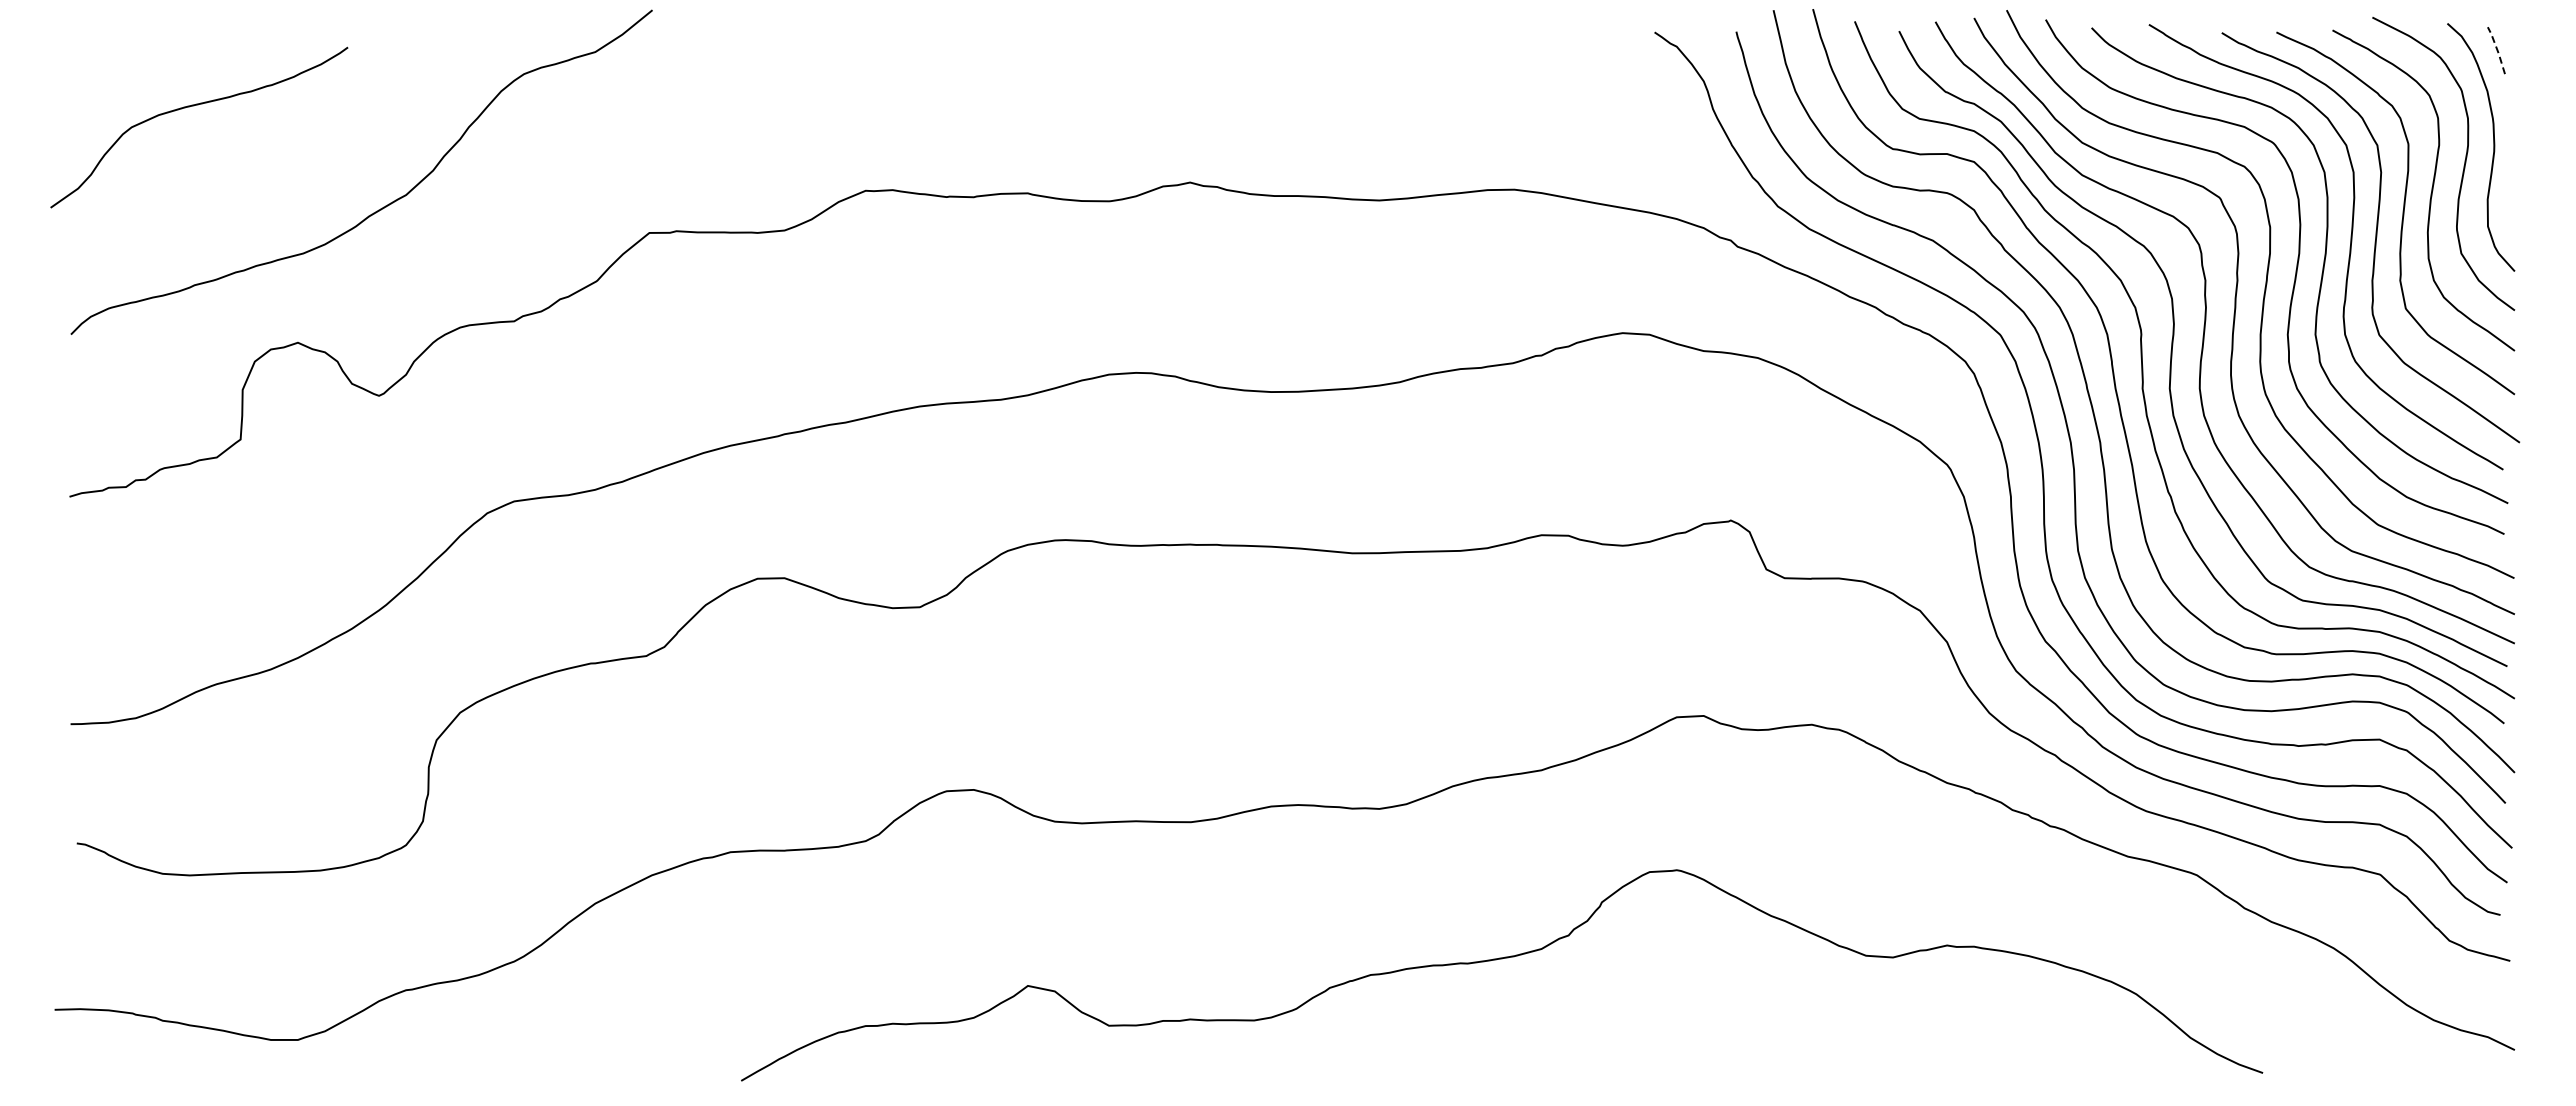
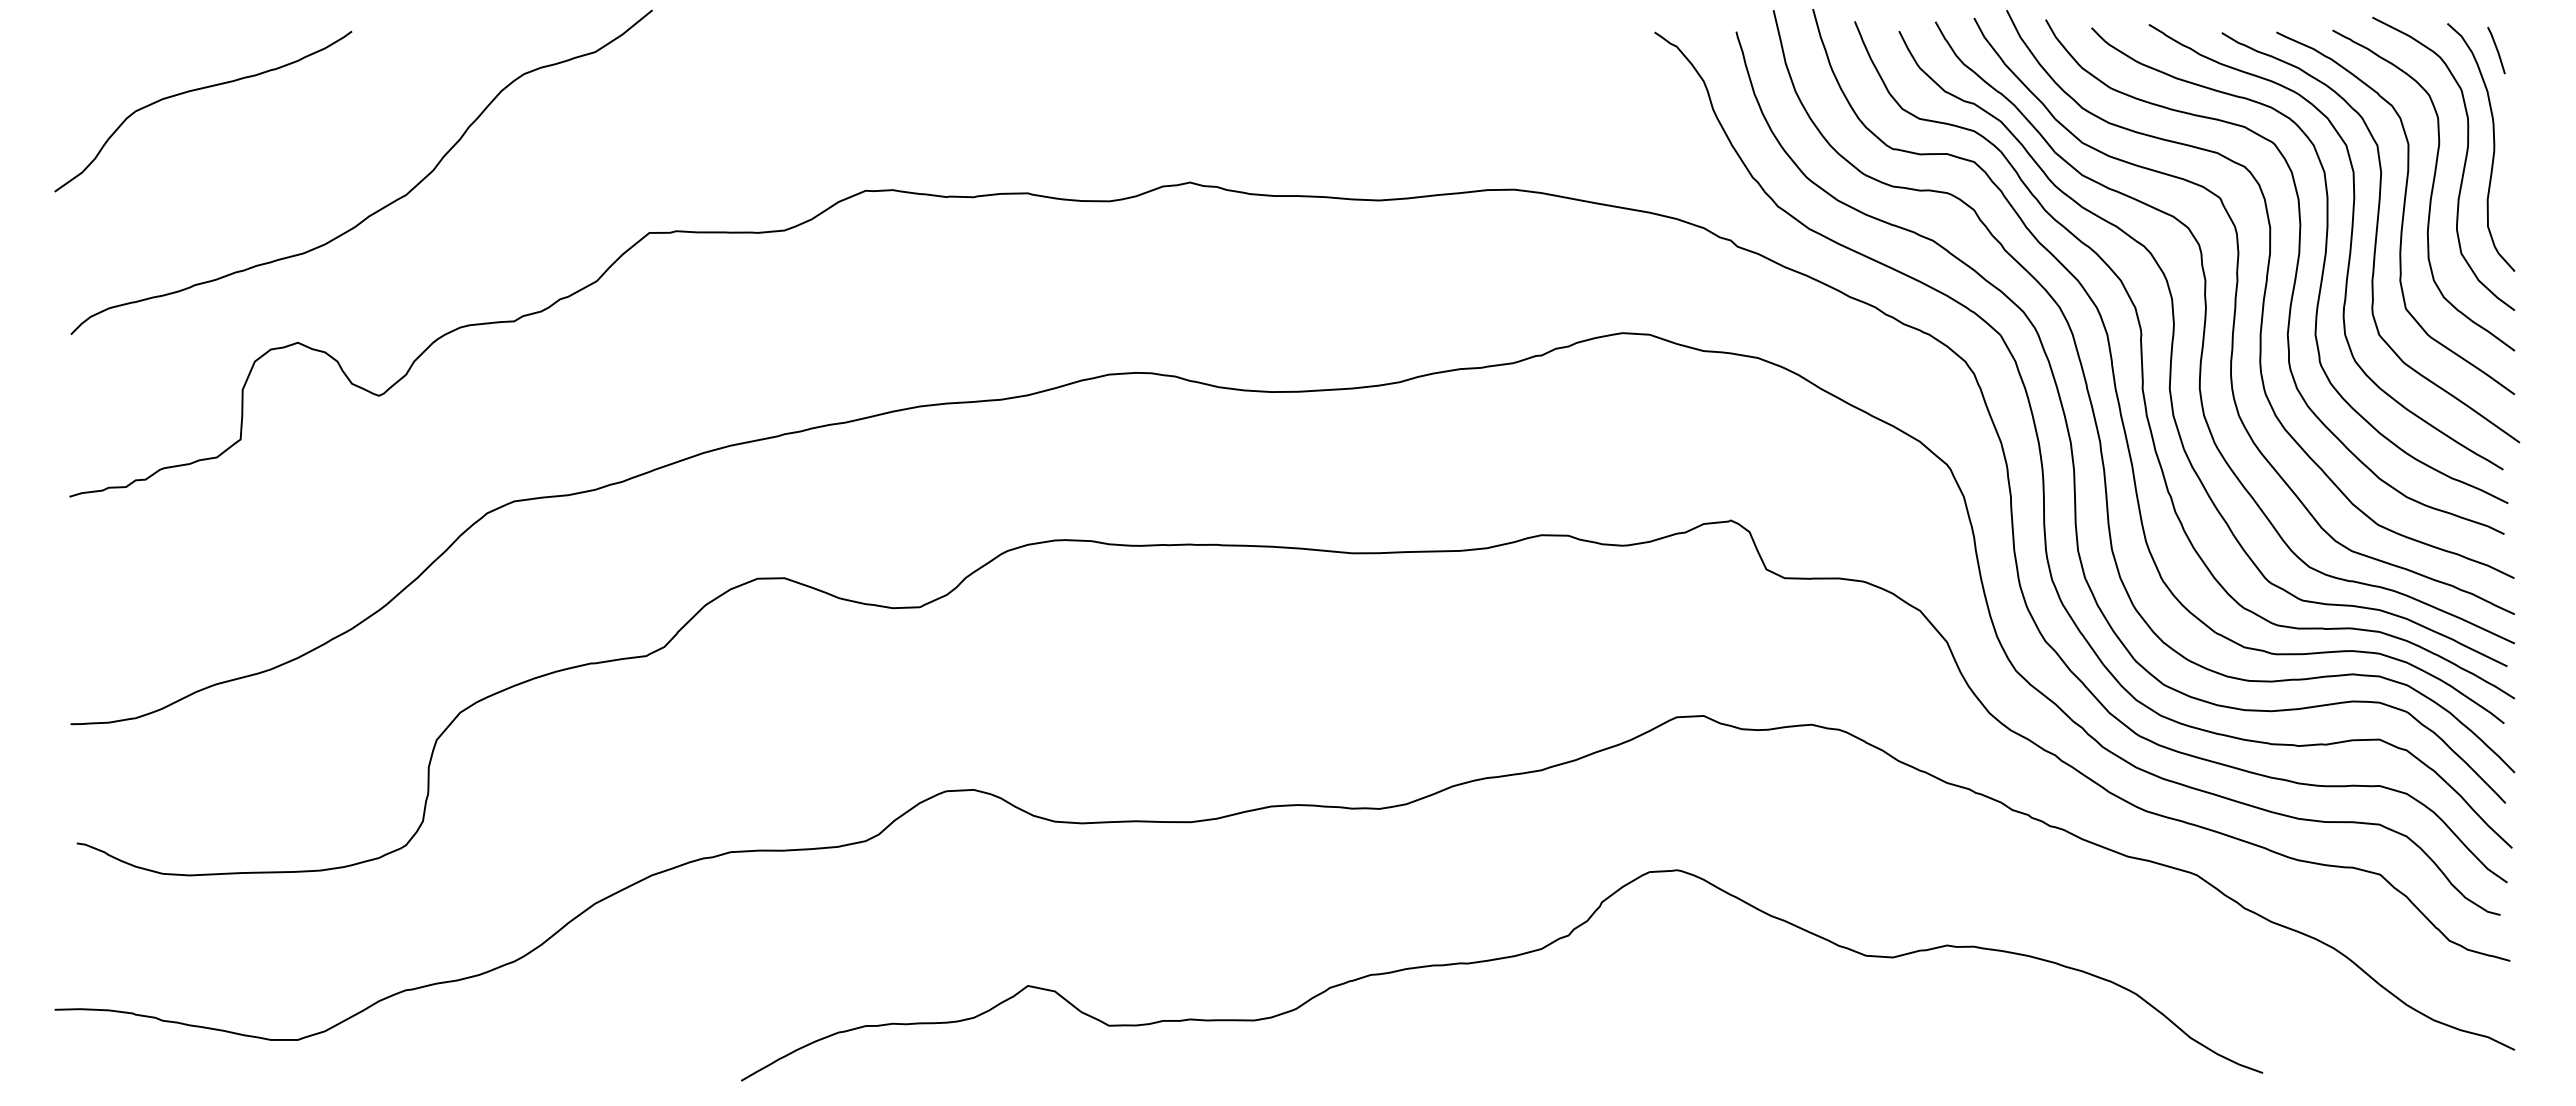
line at (2497, 49): dashed -> solid
curve at (194, 106) position: (194, 106) -> (198, 90)
